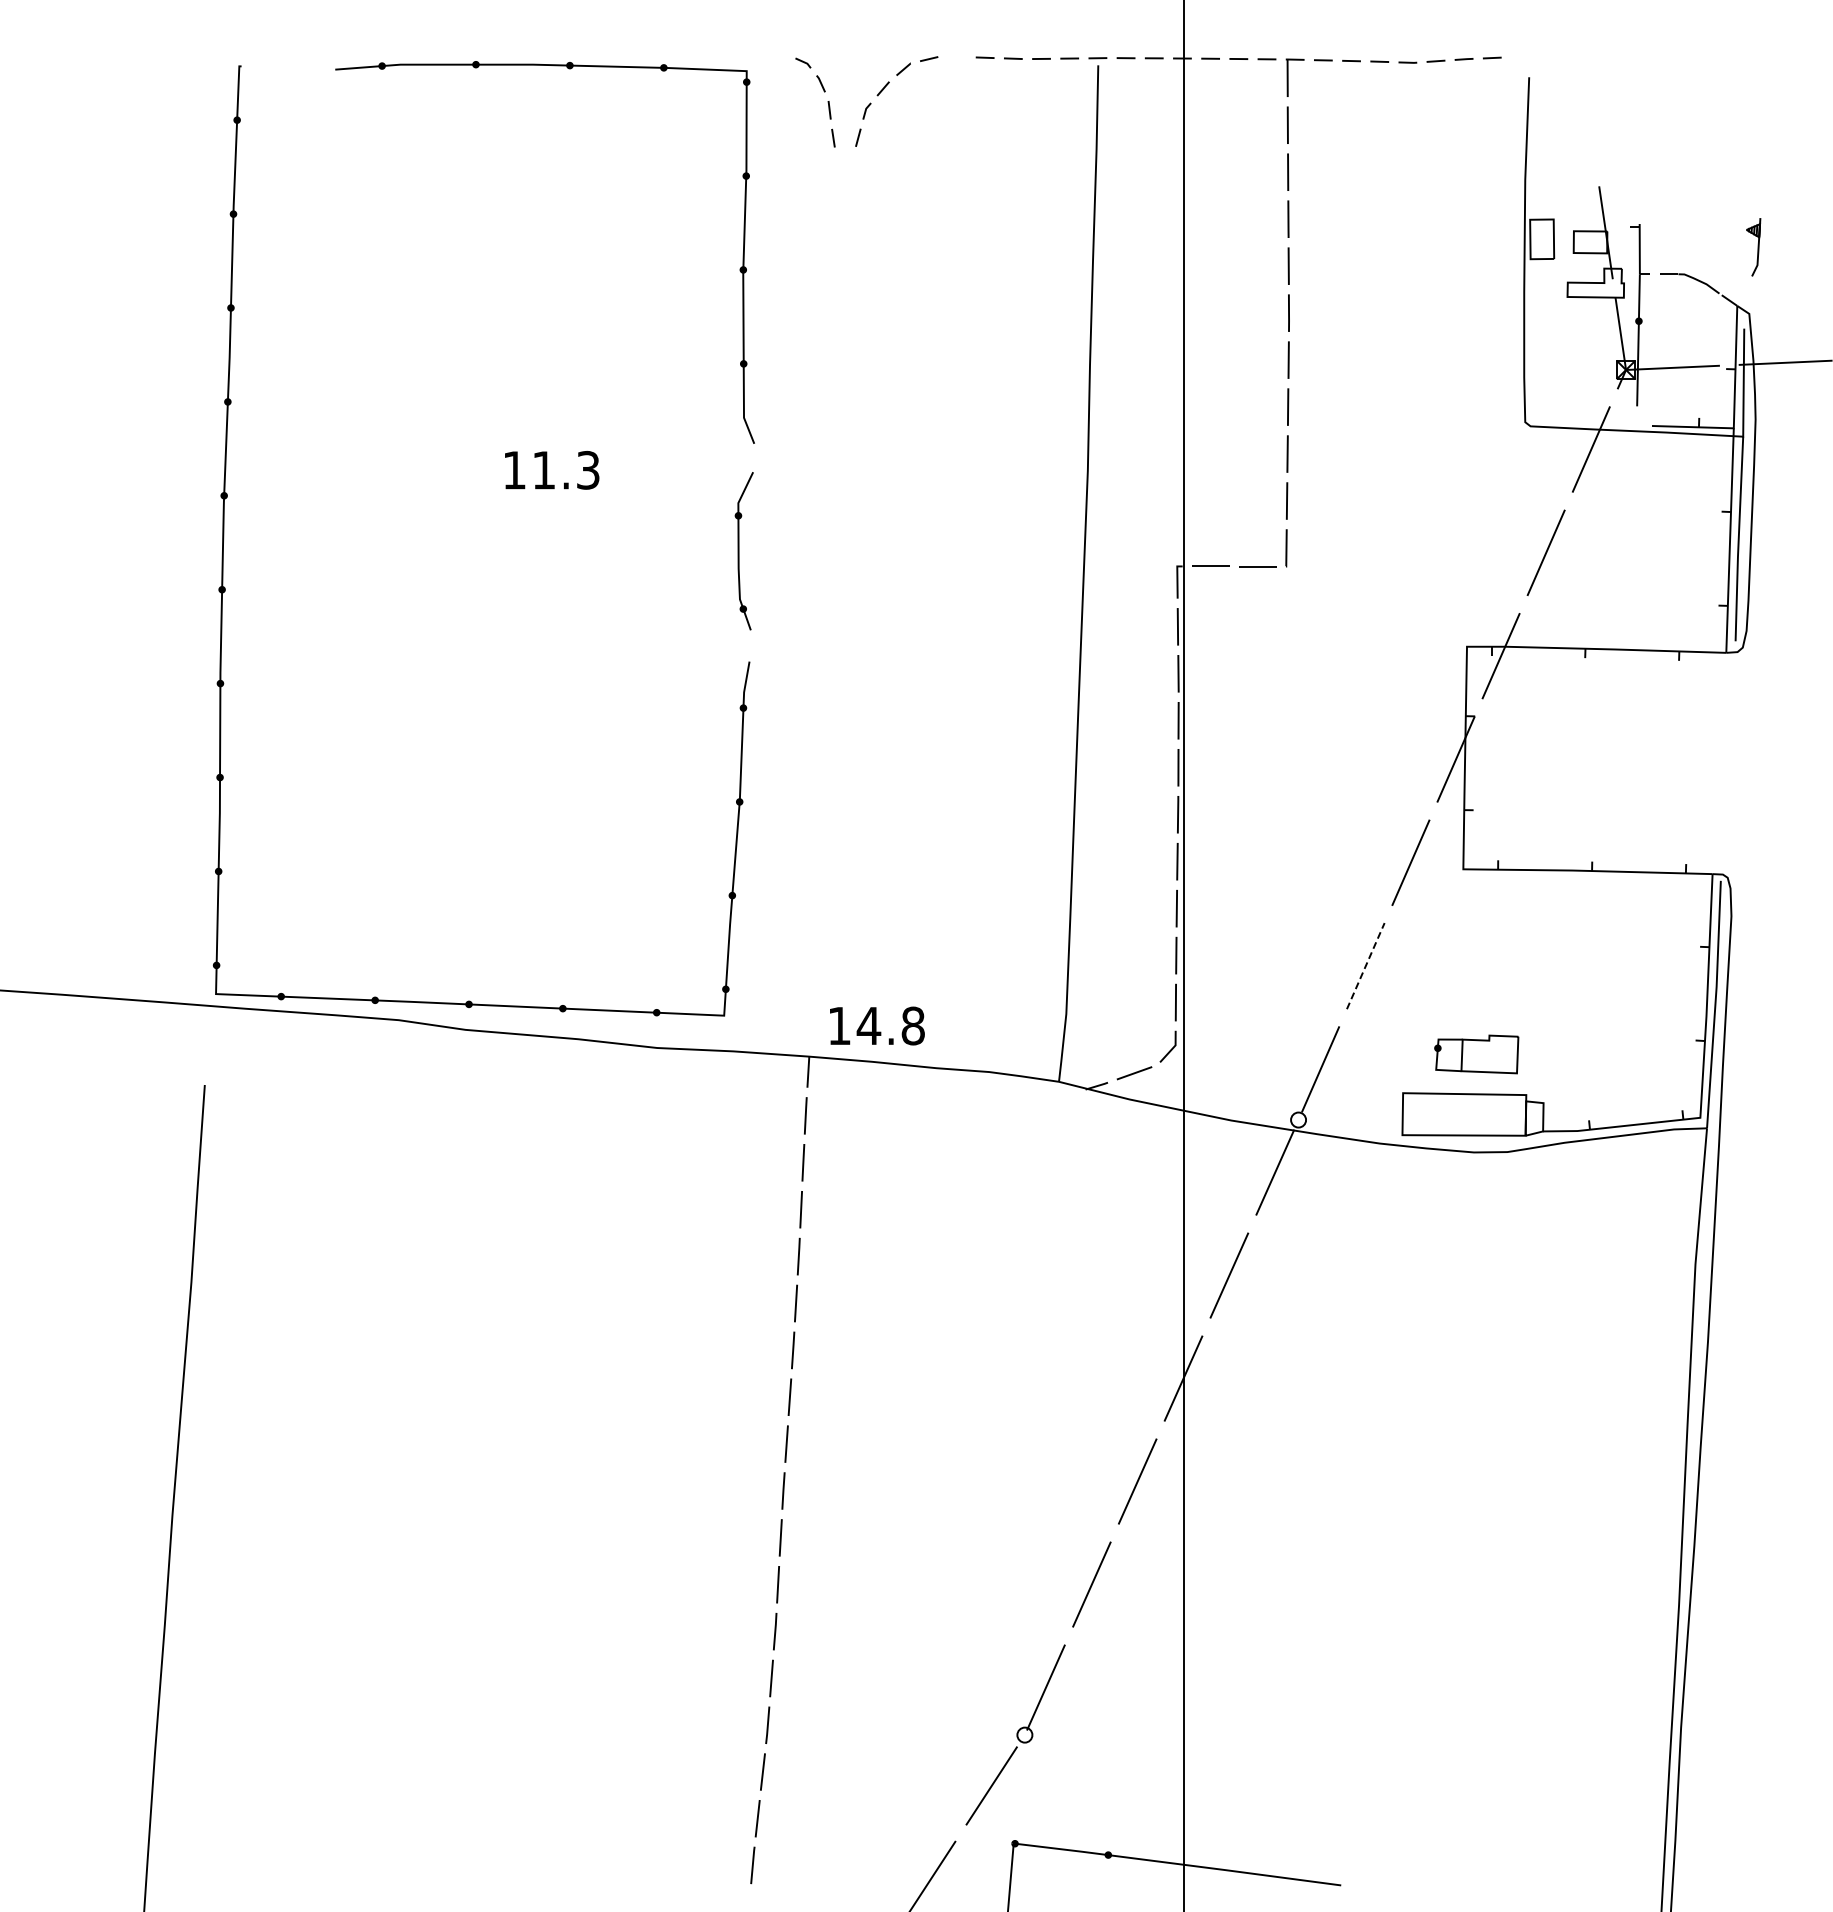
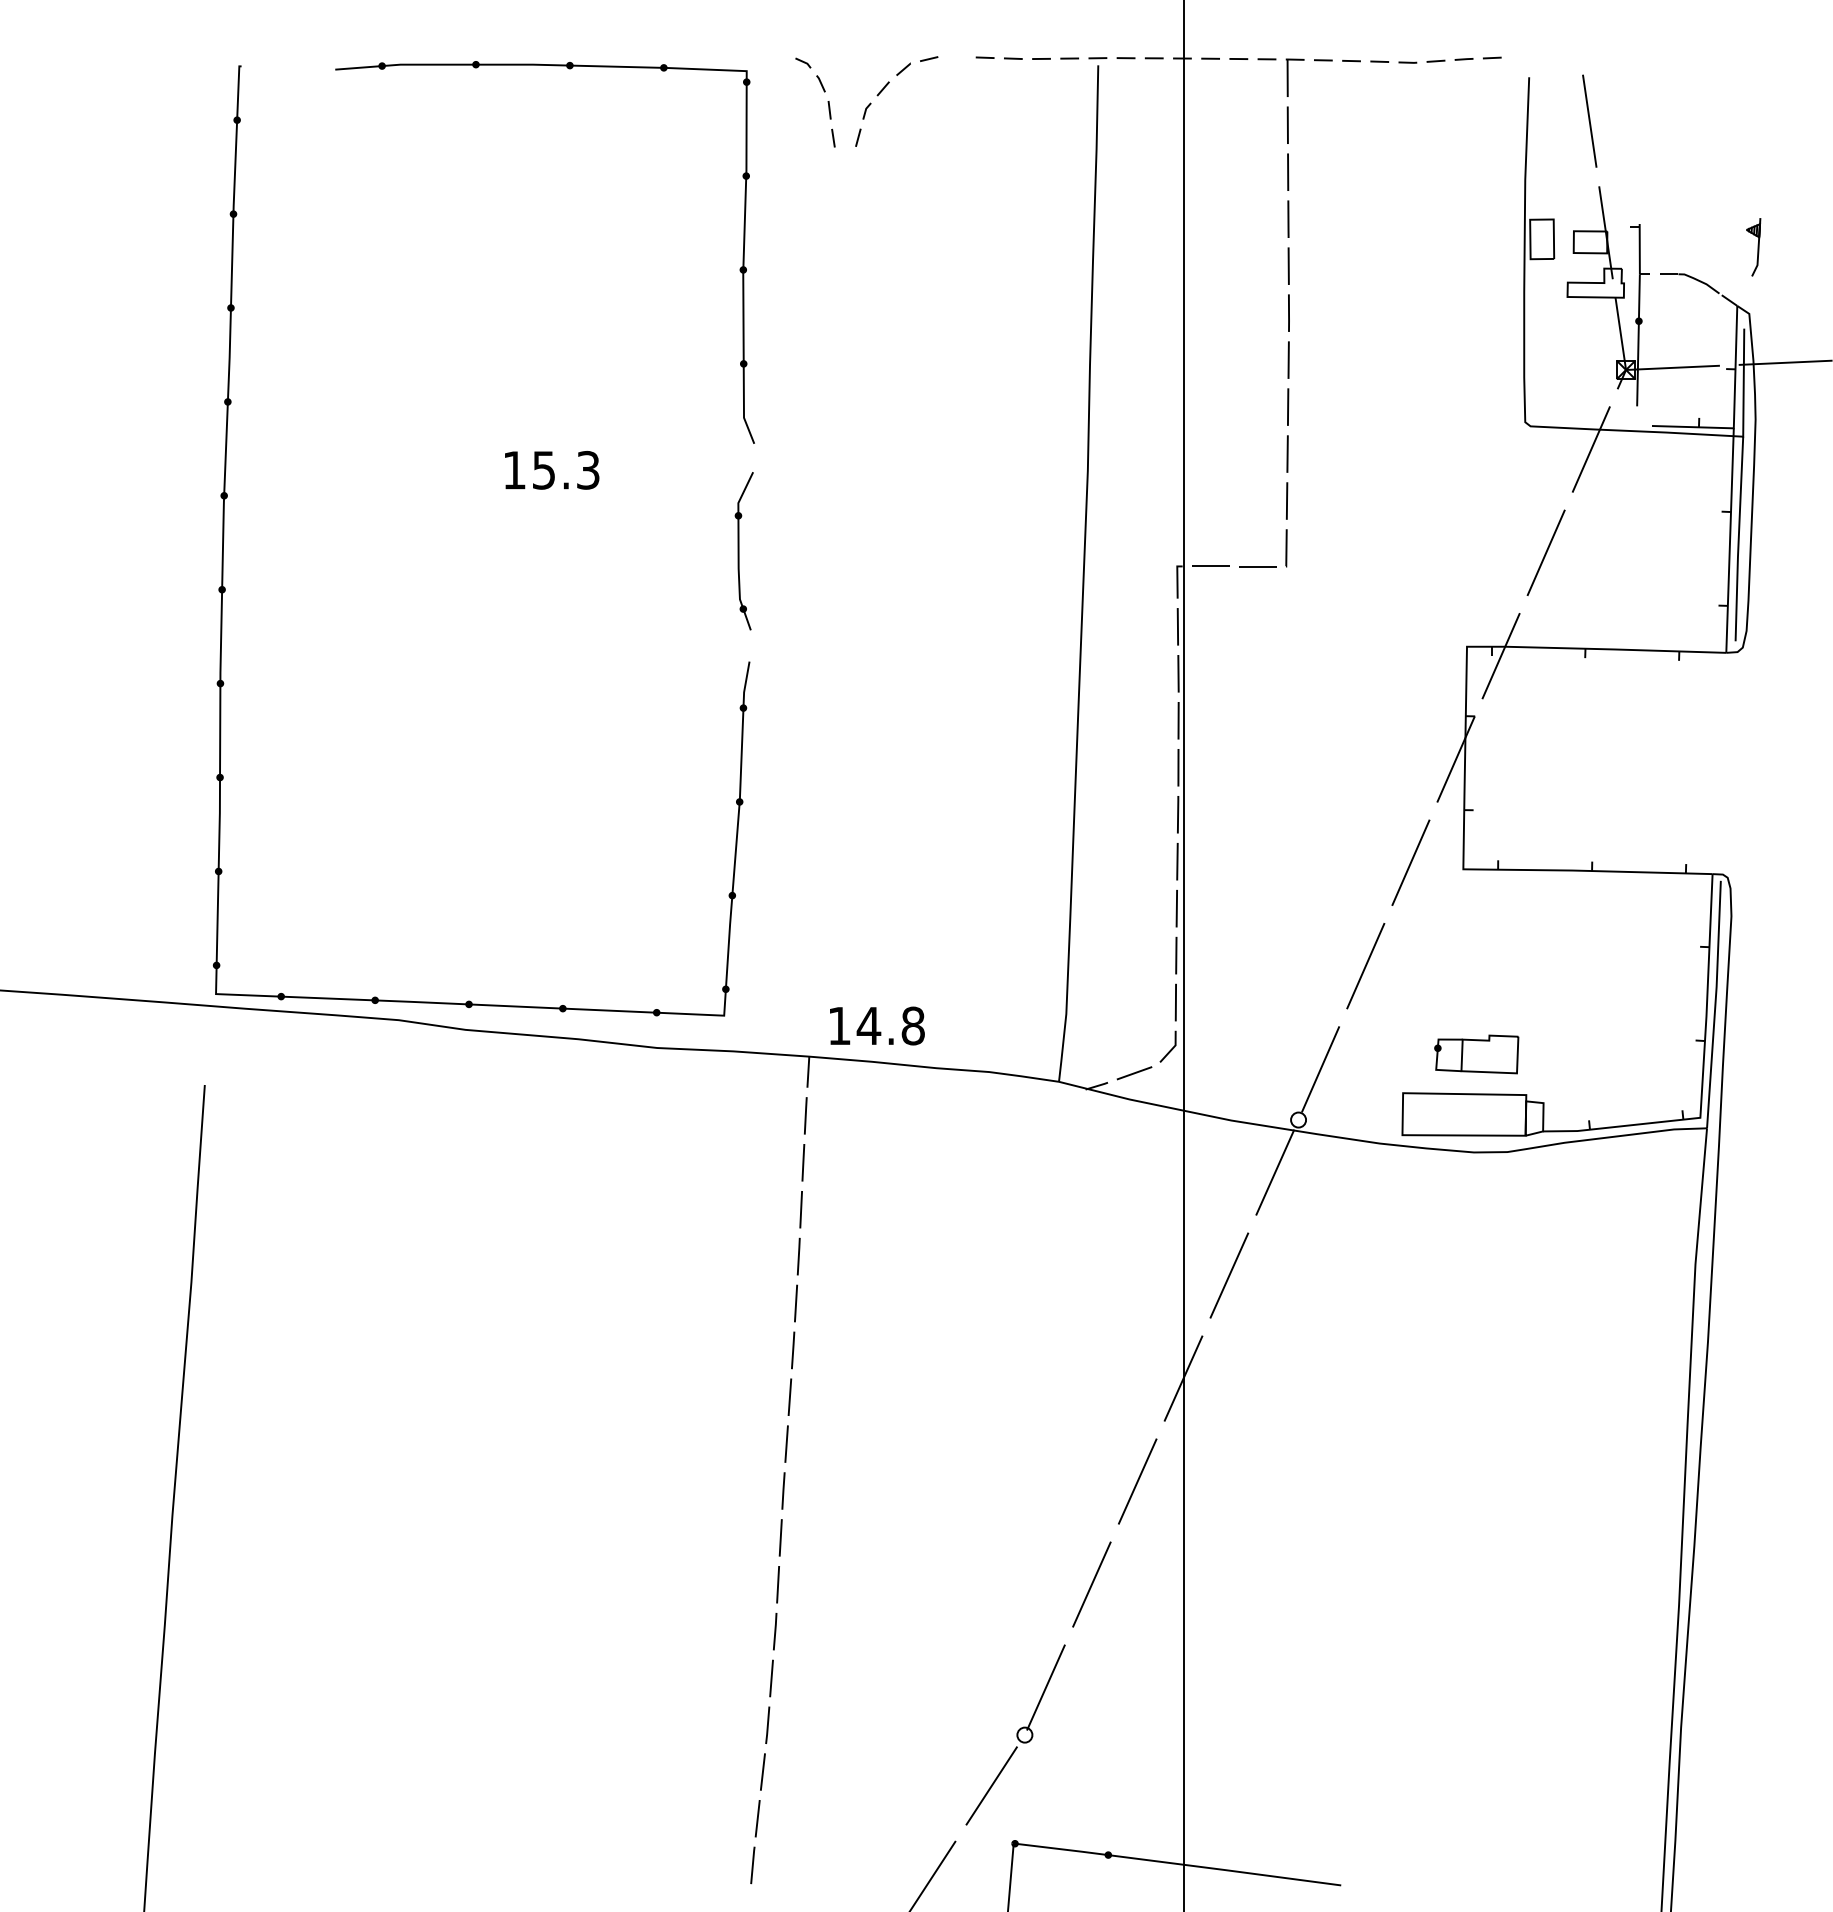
line at (1589, 120): none -> present
text at (543, 470): 11.3 -> 15.3
line at (1365, 965): dashed -> solid
